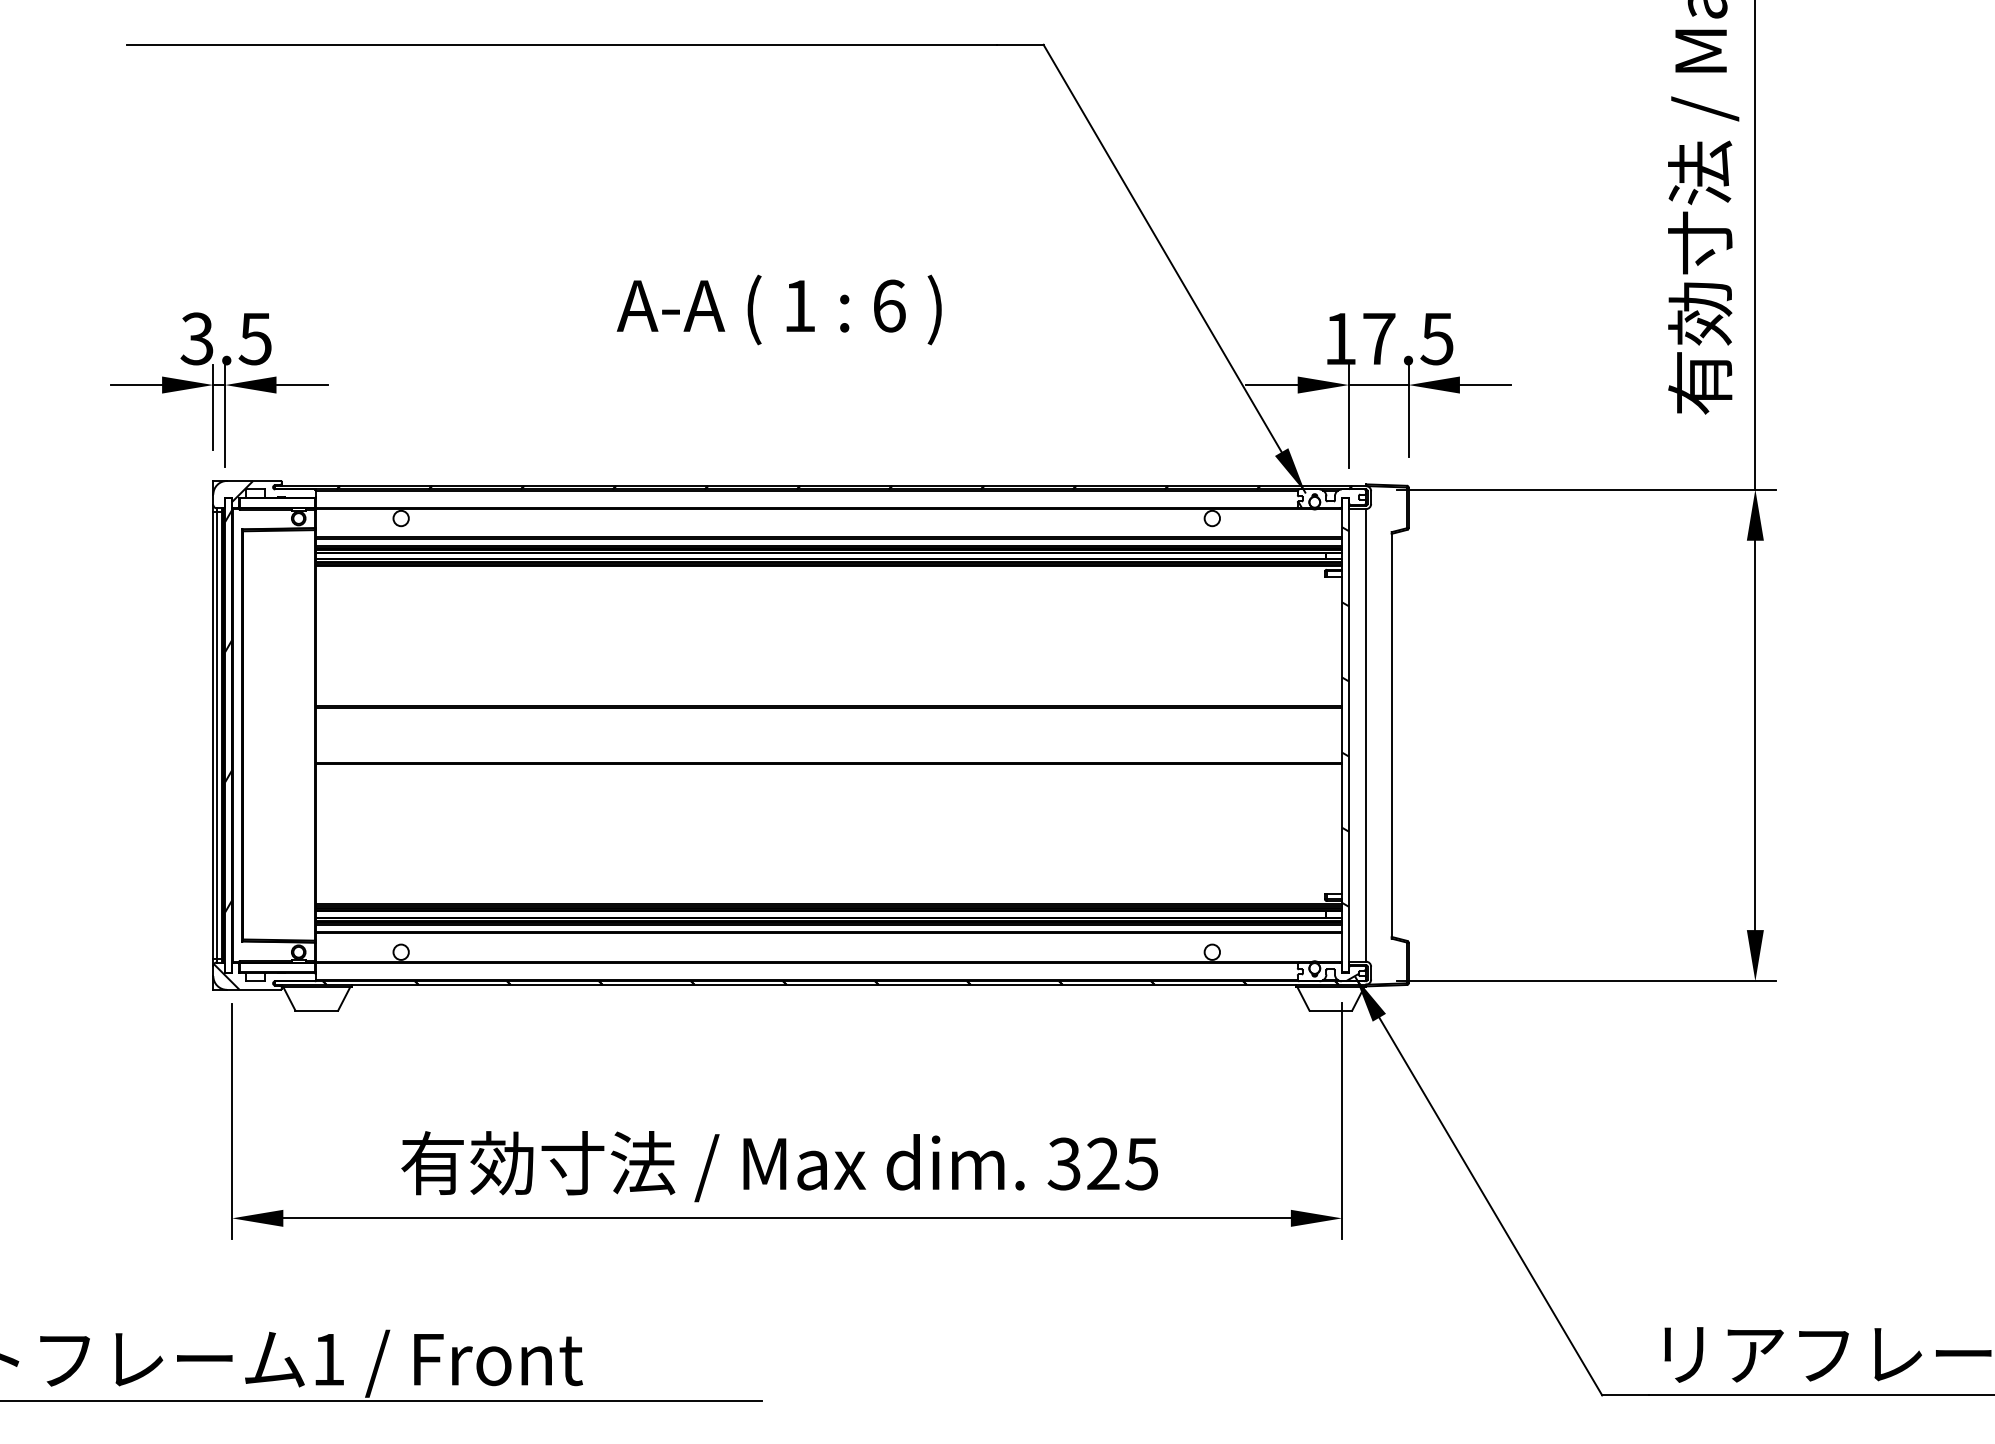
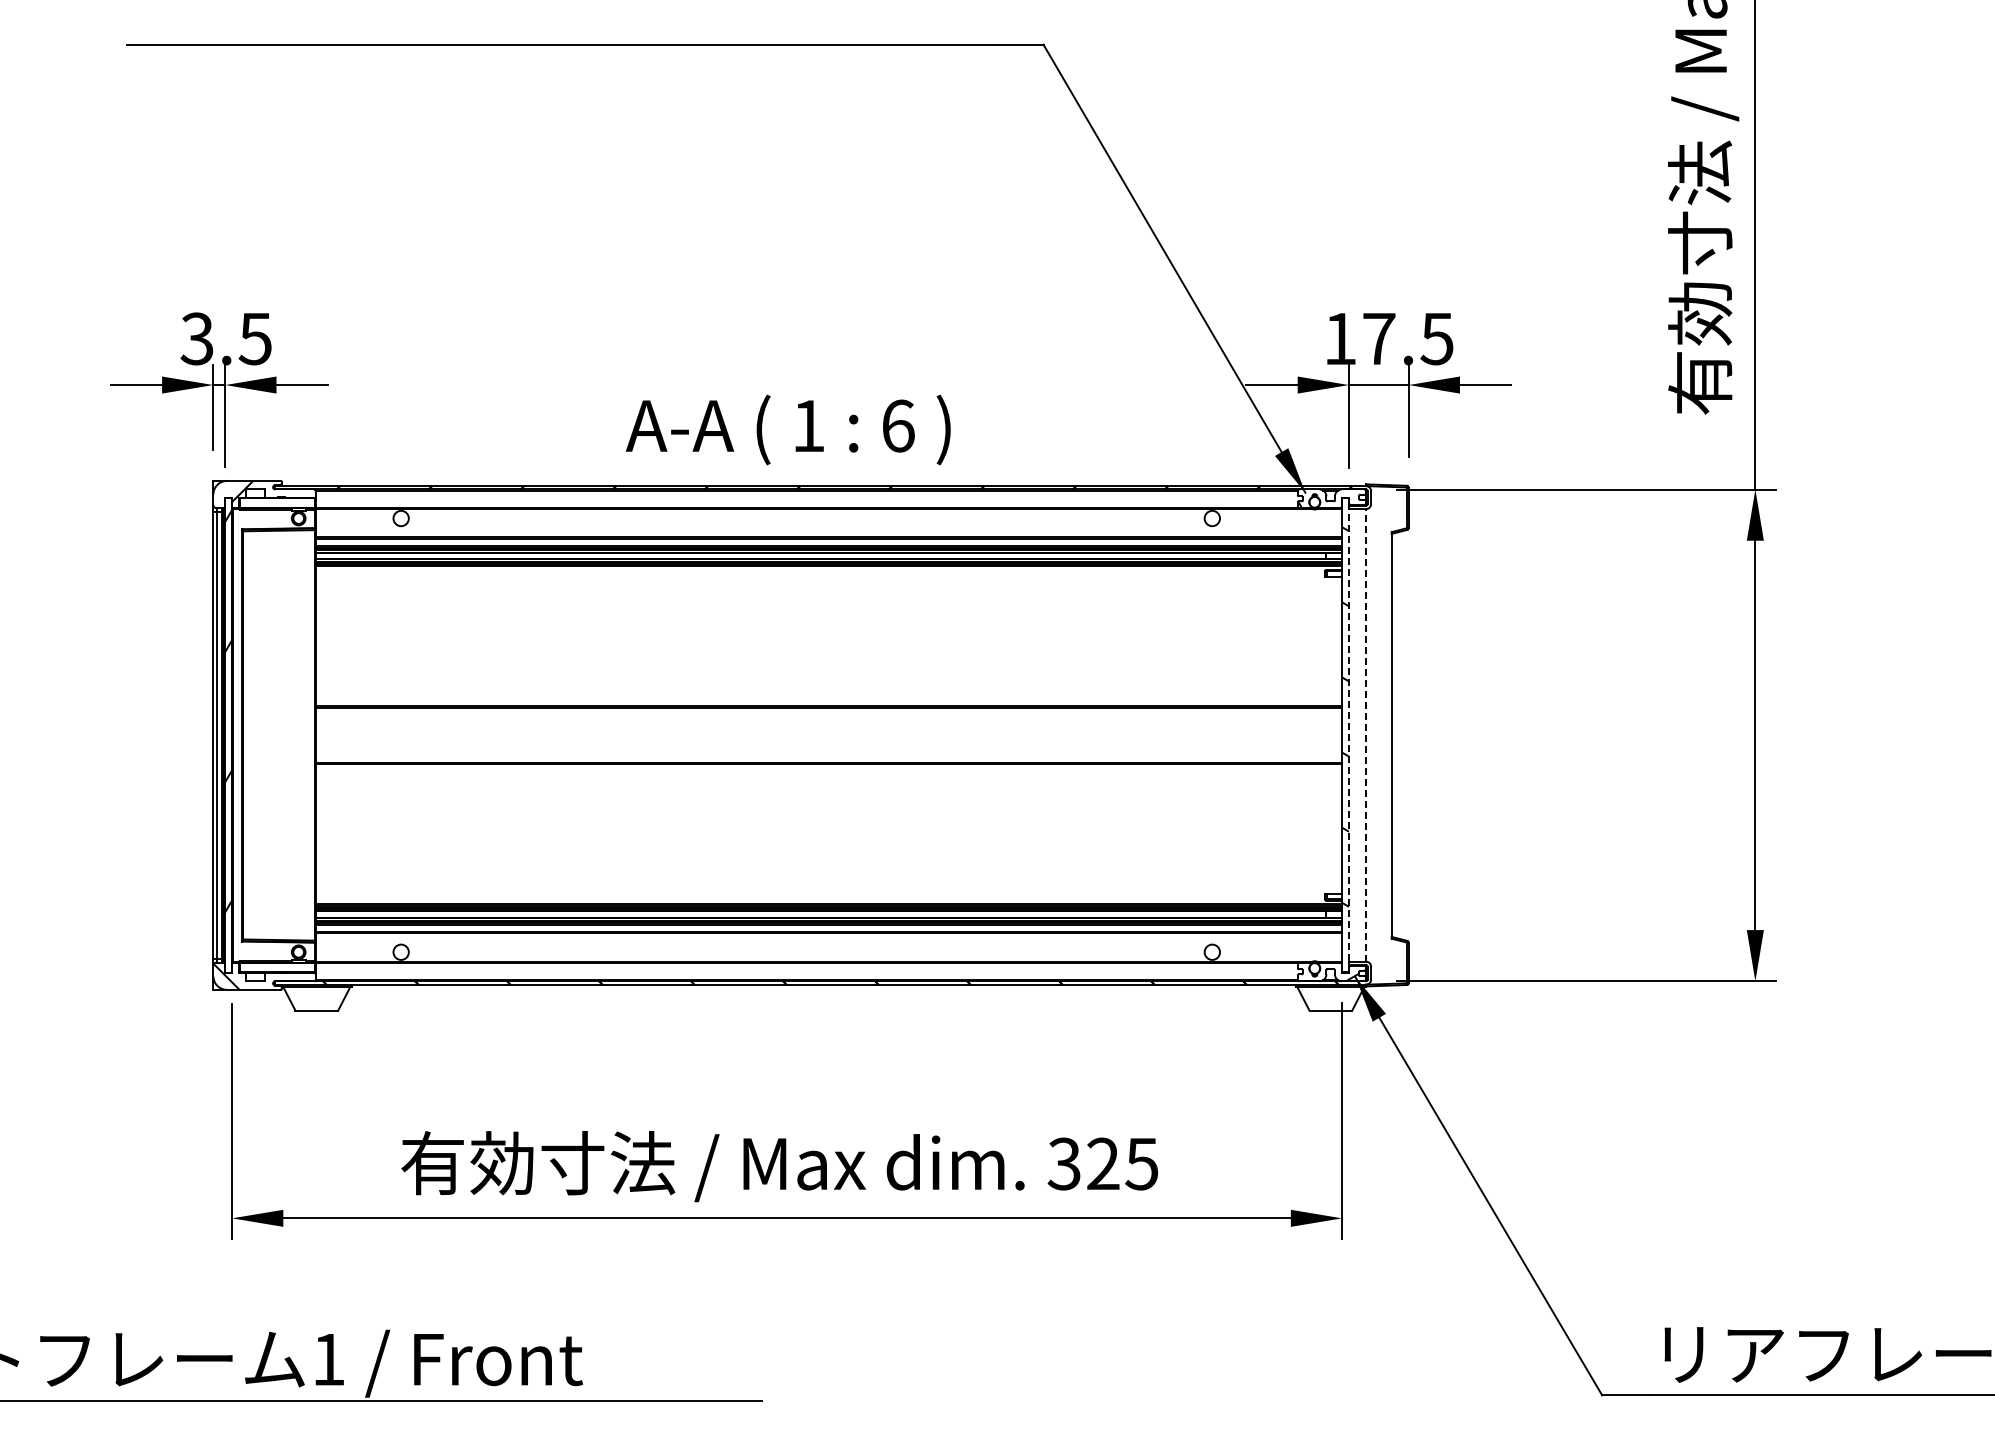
text at (778, 309) position: (778, 309) -> (787, 429)
line at (1348, 734): solid -> dashed
line at (1366, 734): solid -> dashed
